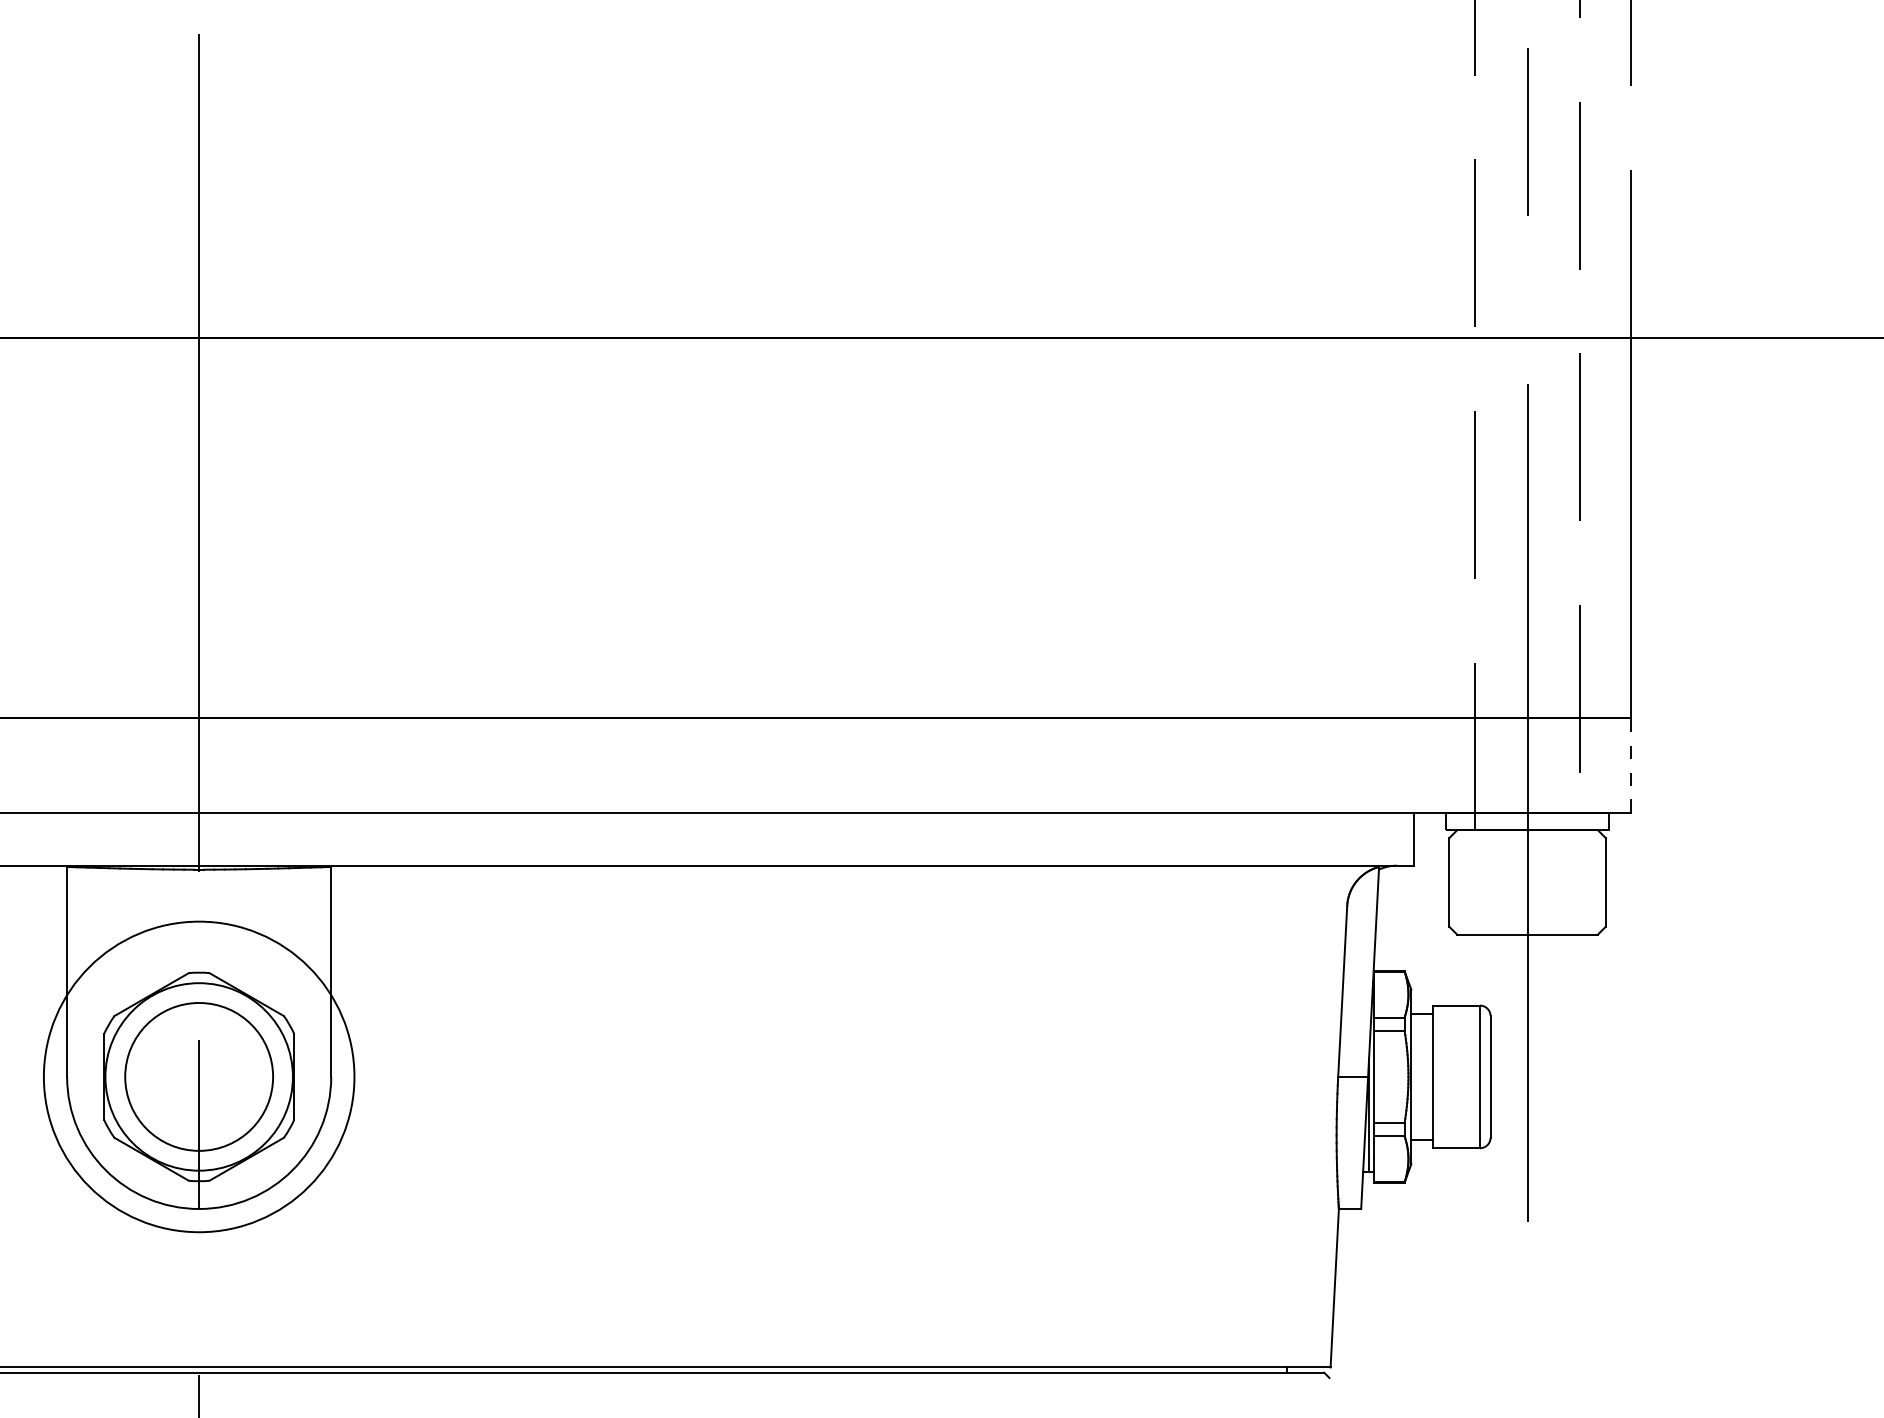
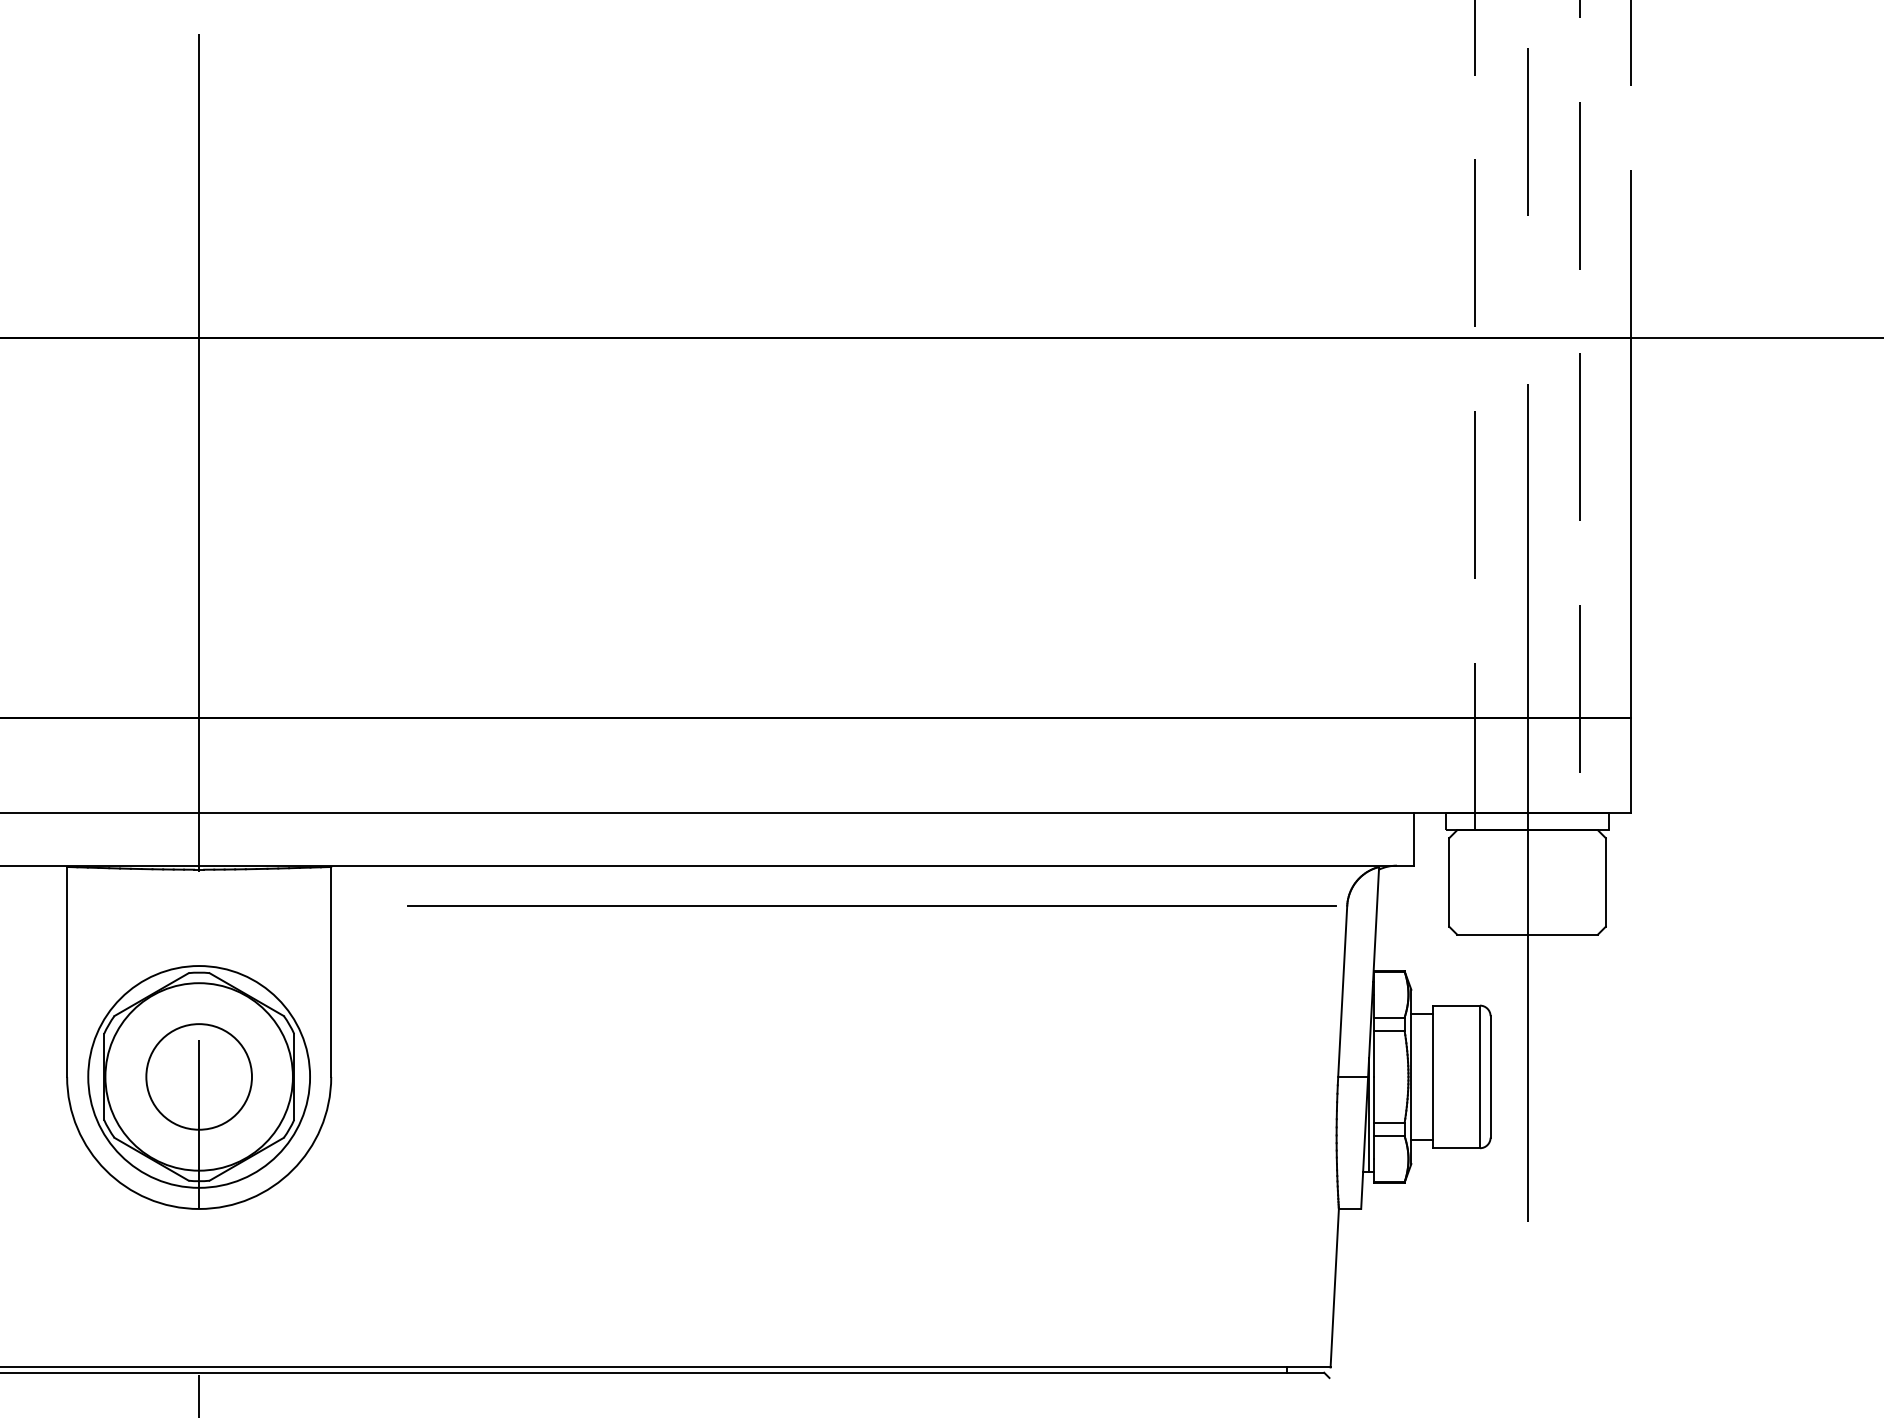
line at (1630, 765): dashed -> solid
line at (871, 905): none -> present
circle at (198, 1076) diameter: 311 px -> 222 px
circle at (199, 1076) diameter: 148 px -> 106 px
